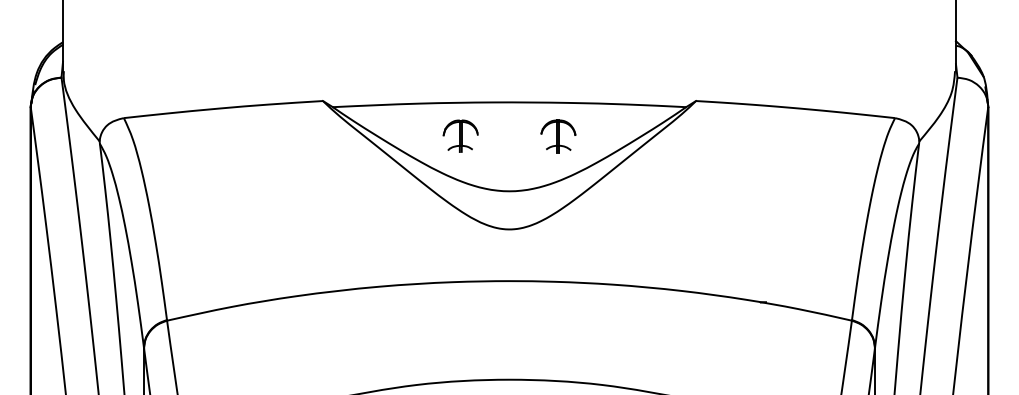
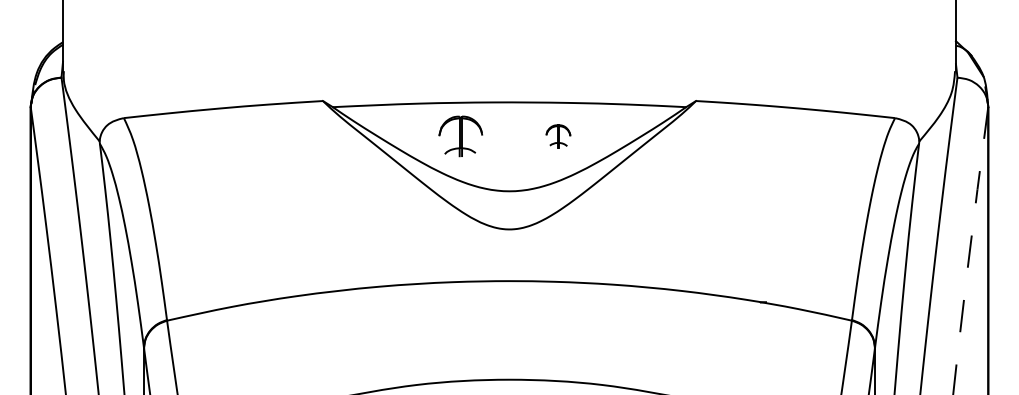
part at (460, 135) size: 37x34 px -> 45x43 px
part at (558, 136) size: 37x35 px -> 27x25 px
arc at (969, 251): solid -> dashed
